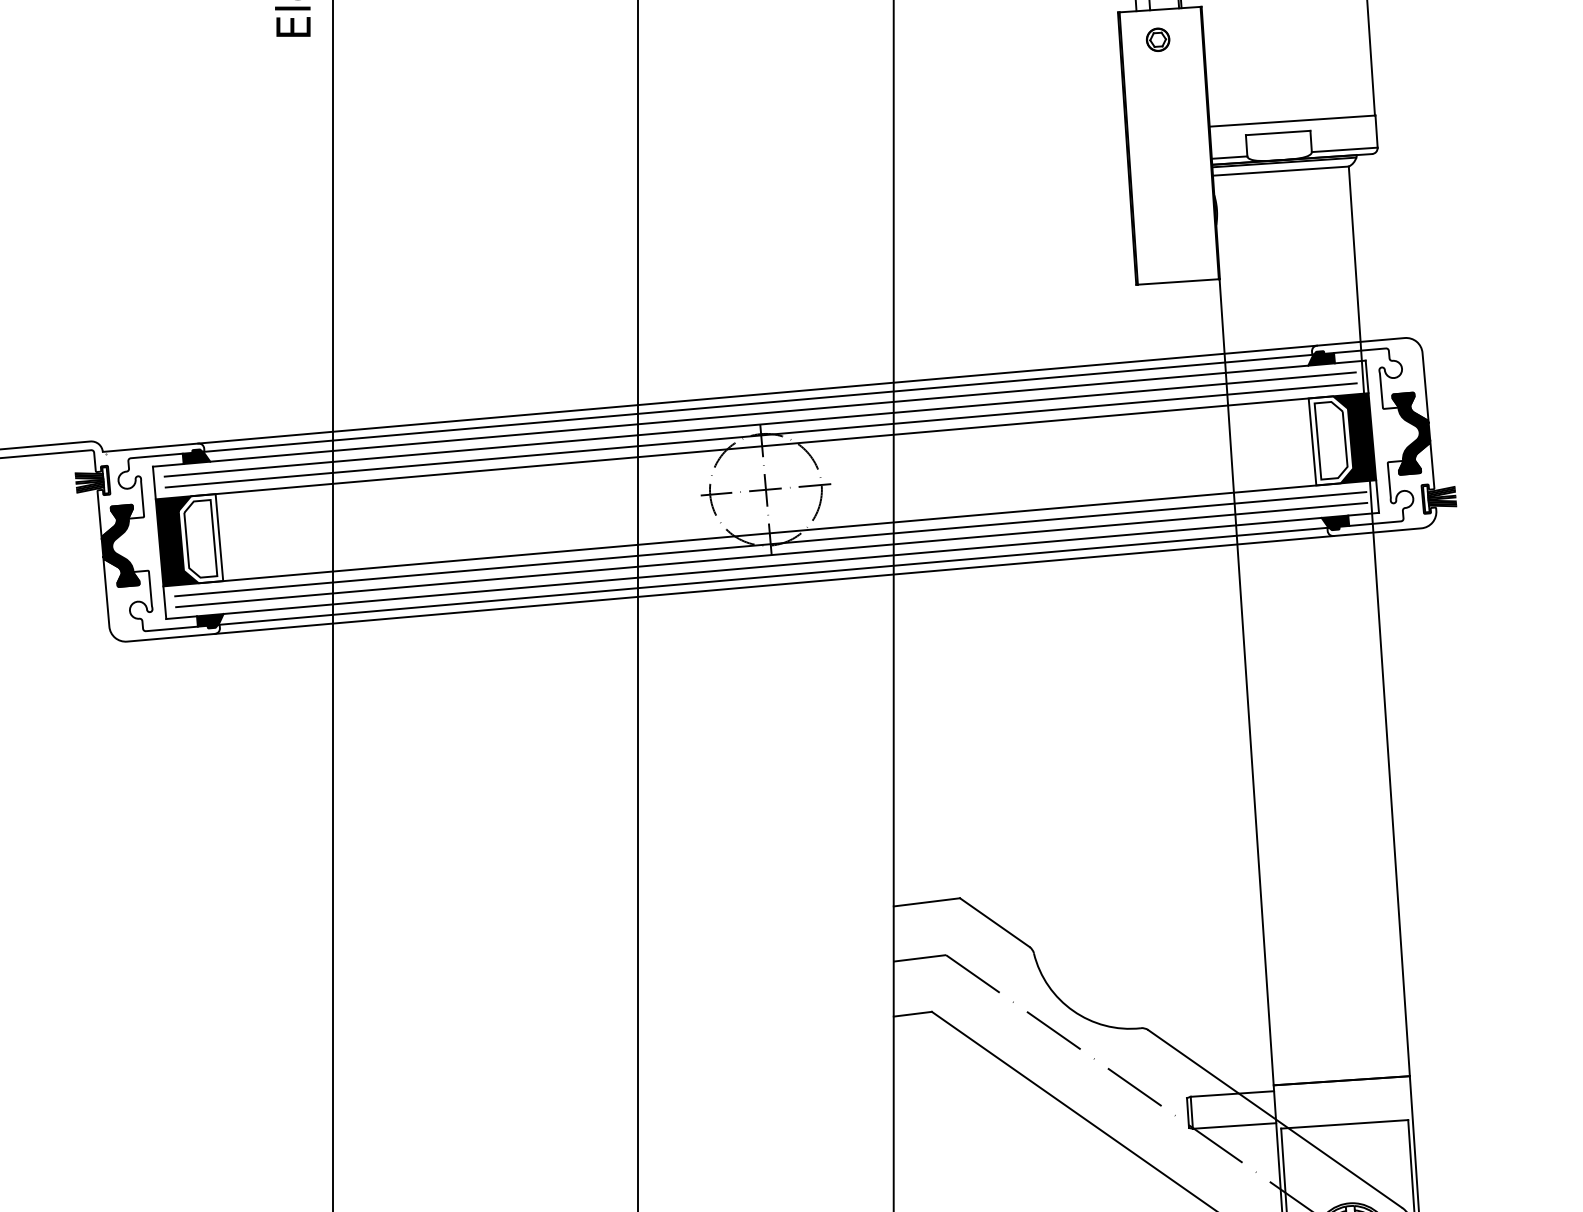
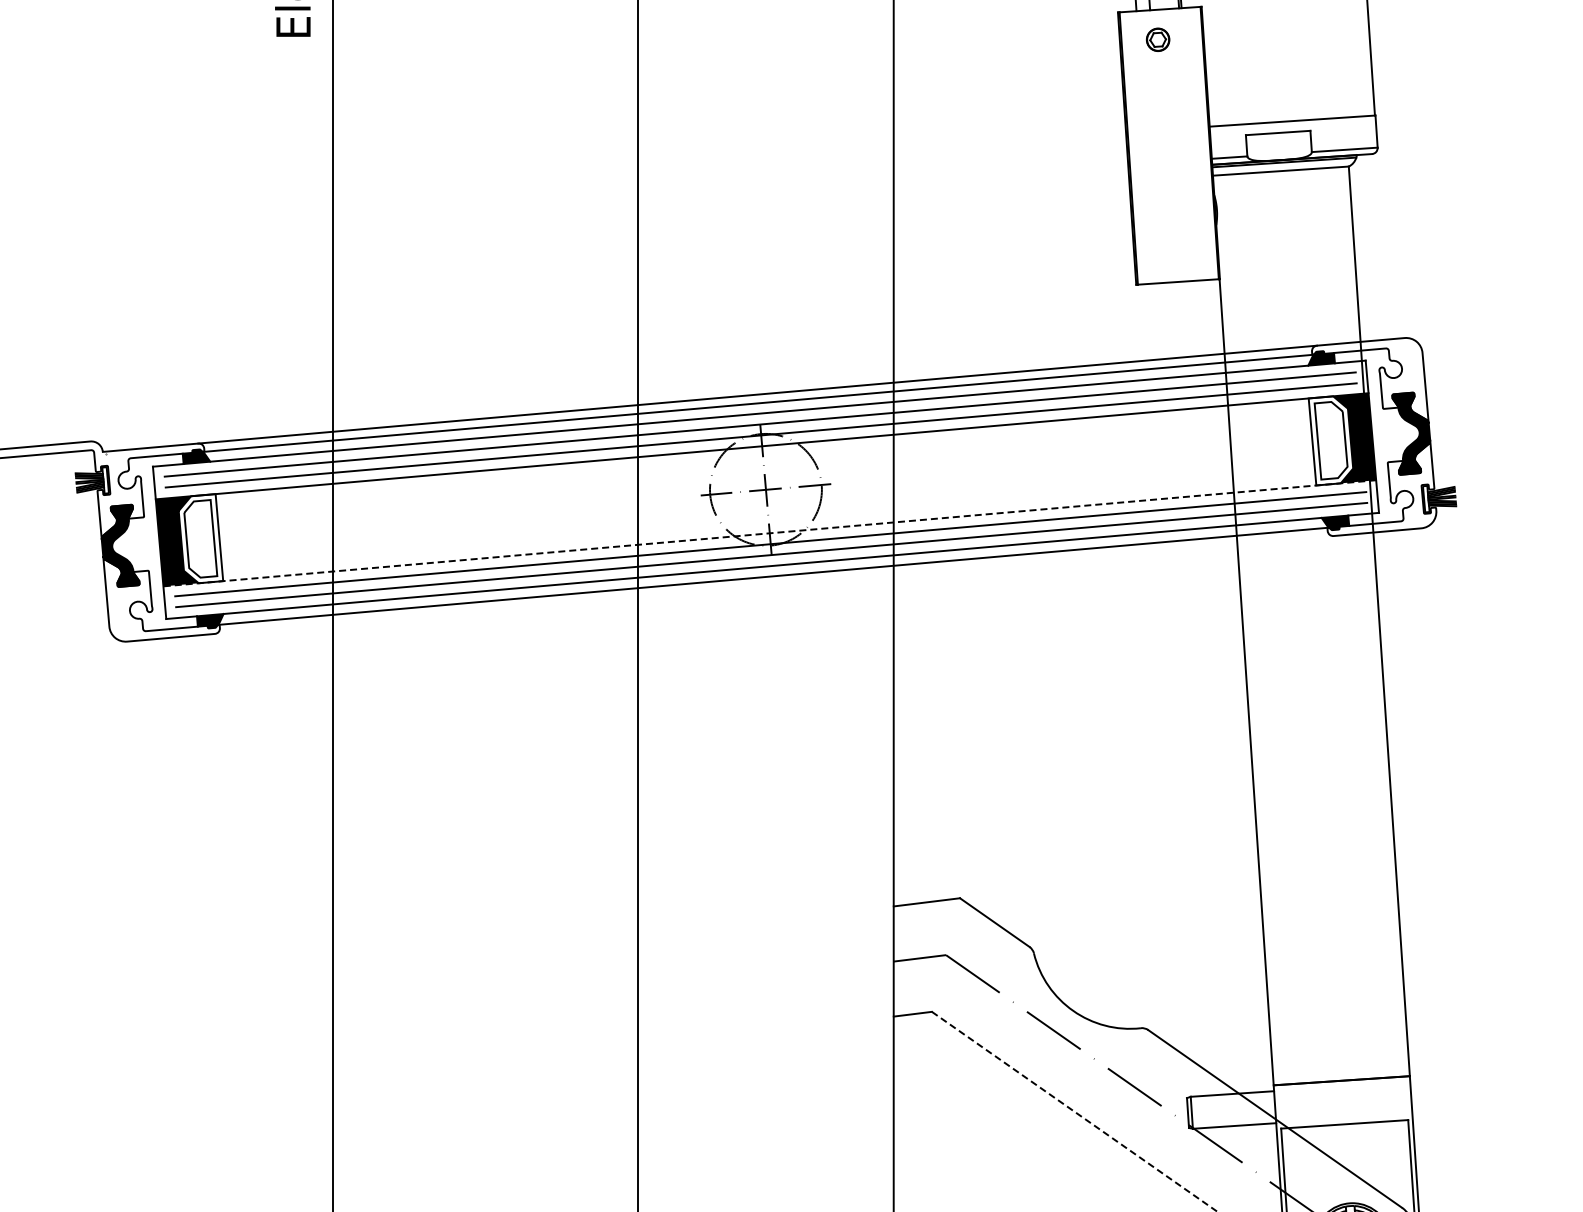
line at (769, 533): solid -> dashed
line at (773, 584): present -> none
line at (1075, 1112): solid -> dashed
